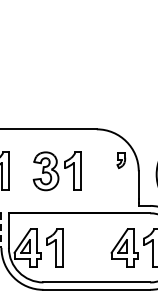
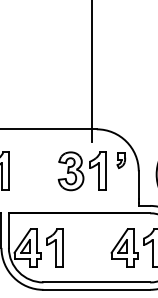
line at (92, 72): none -> present
part at (56, 171) position: (56, 171) -> (81, 171)
line at (1, 231): dashed -> solid
